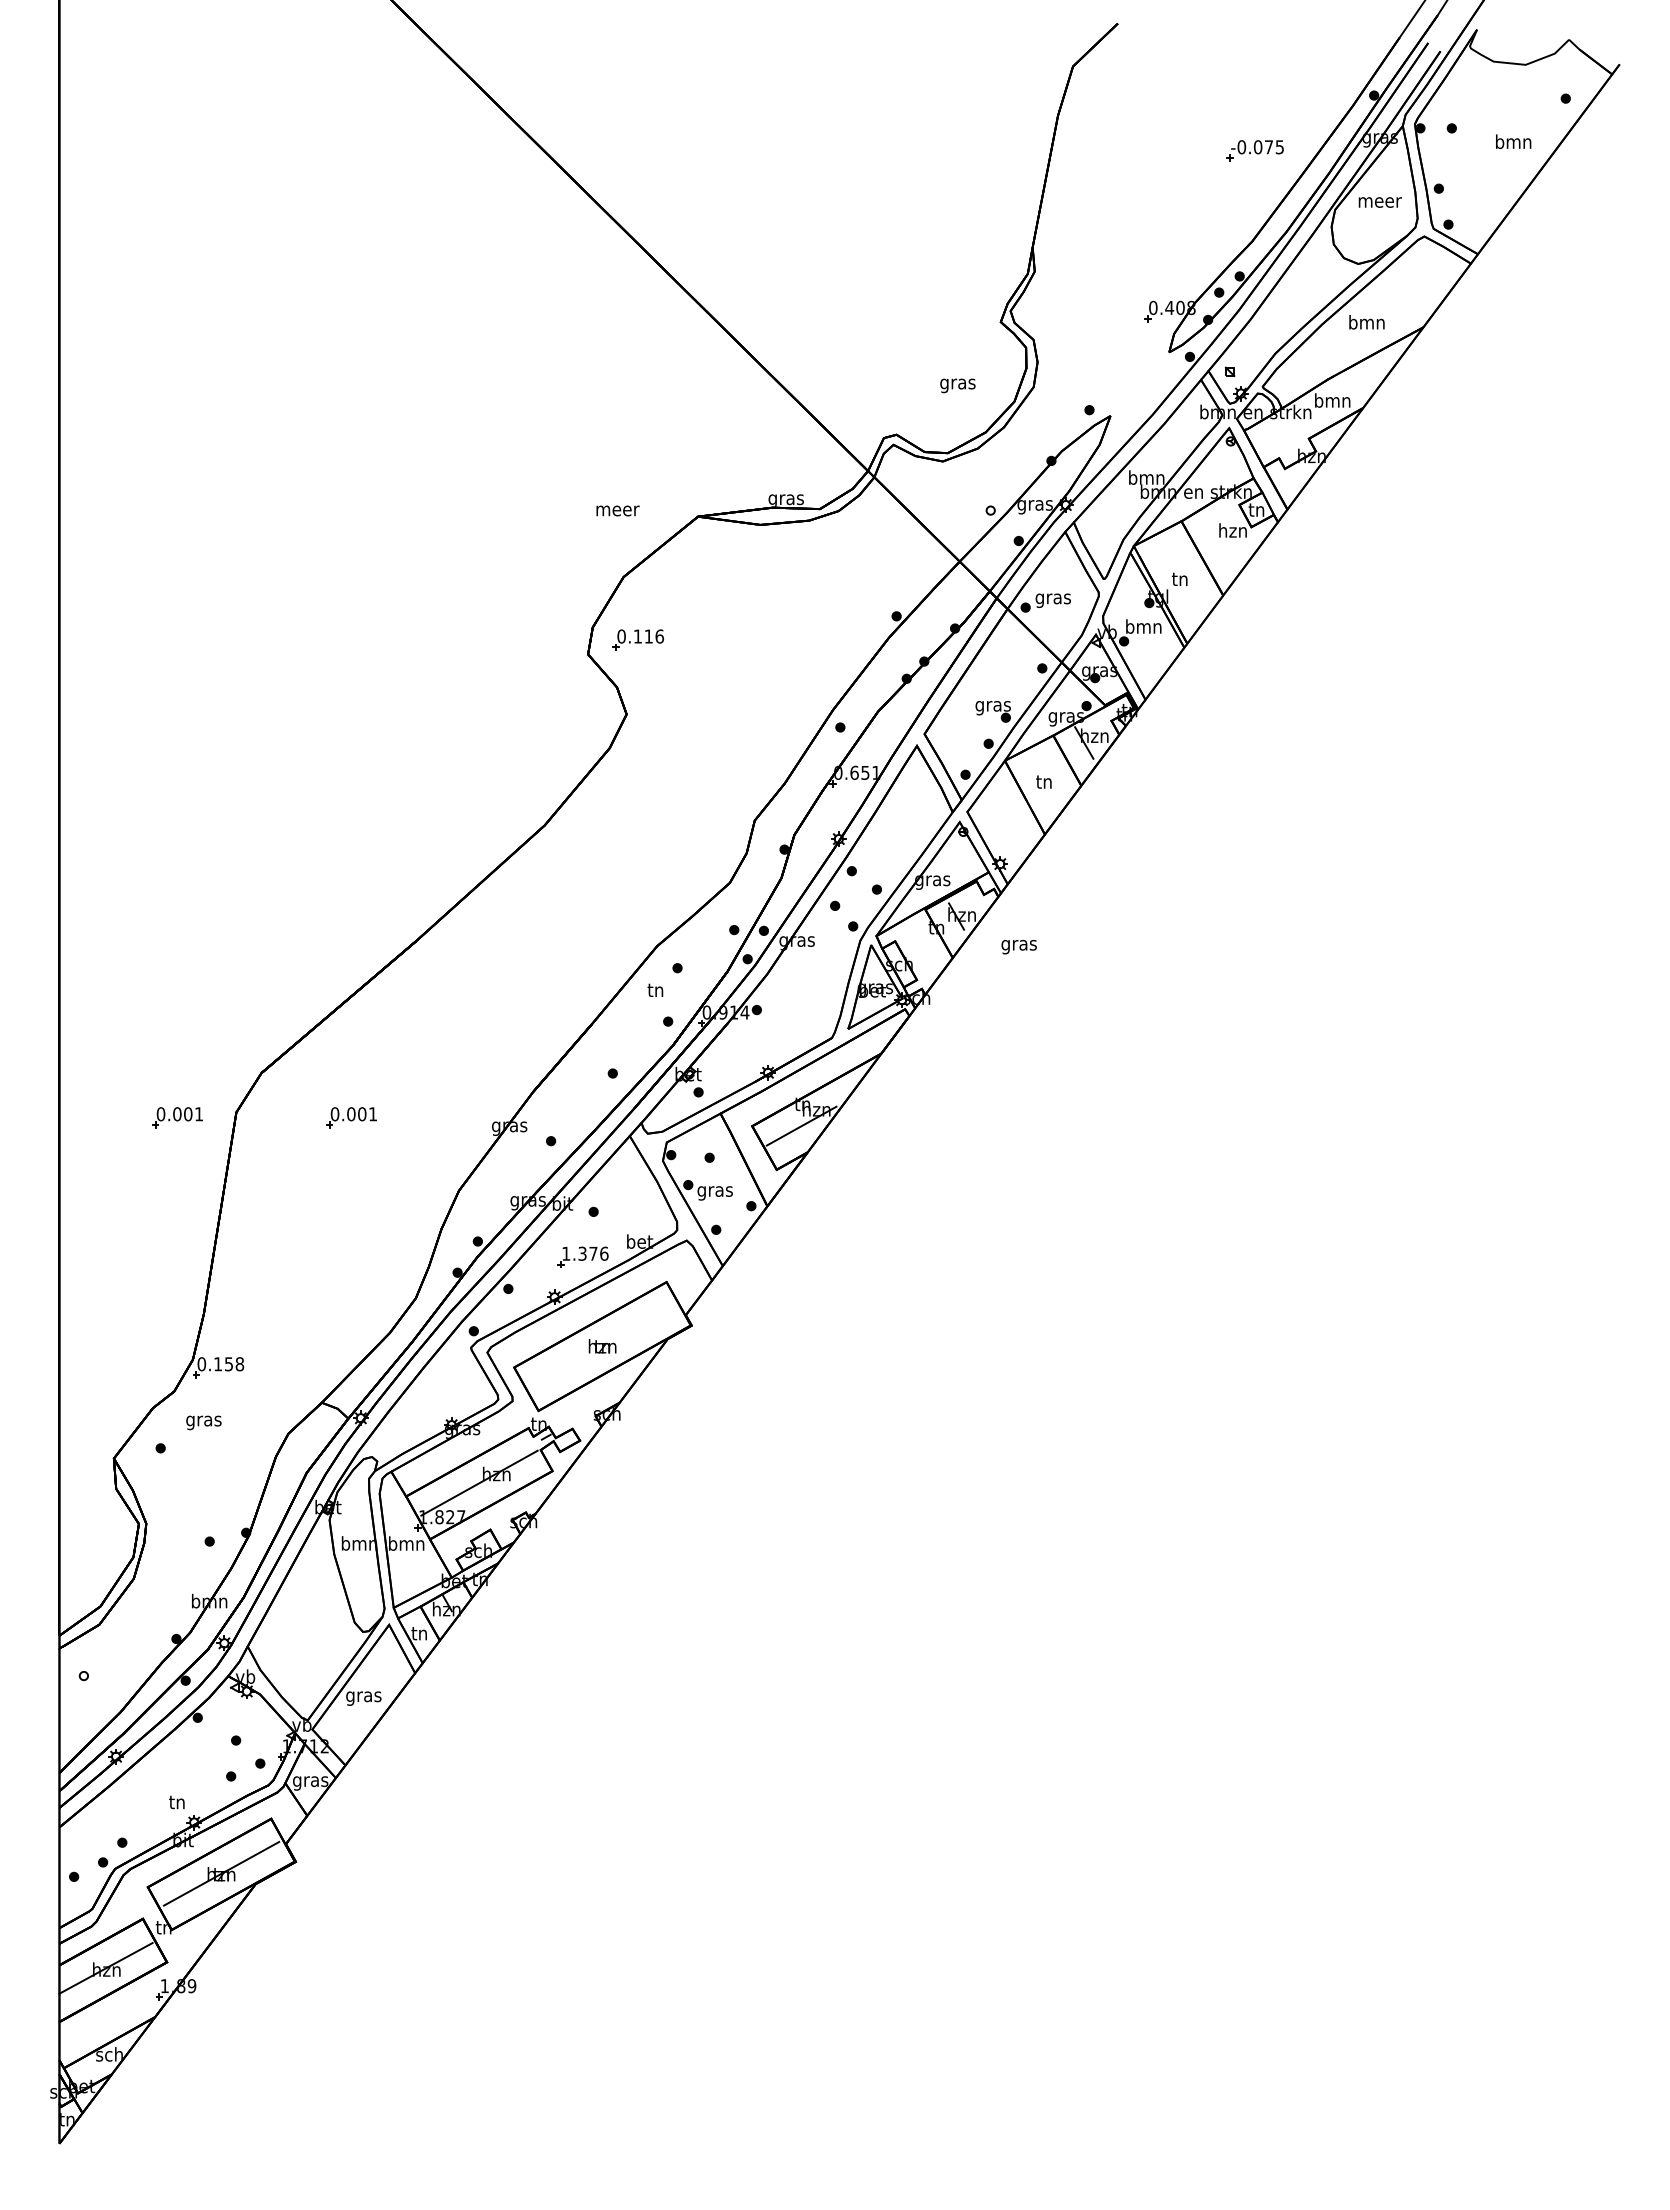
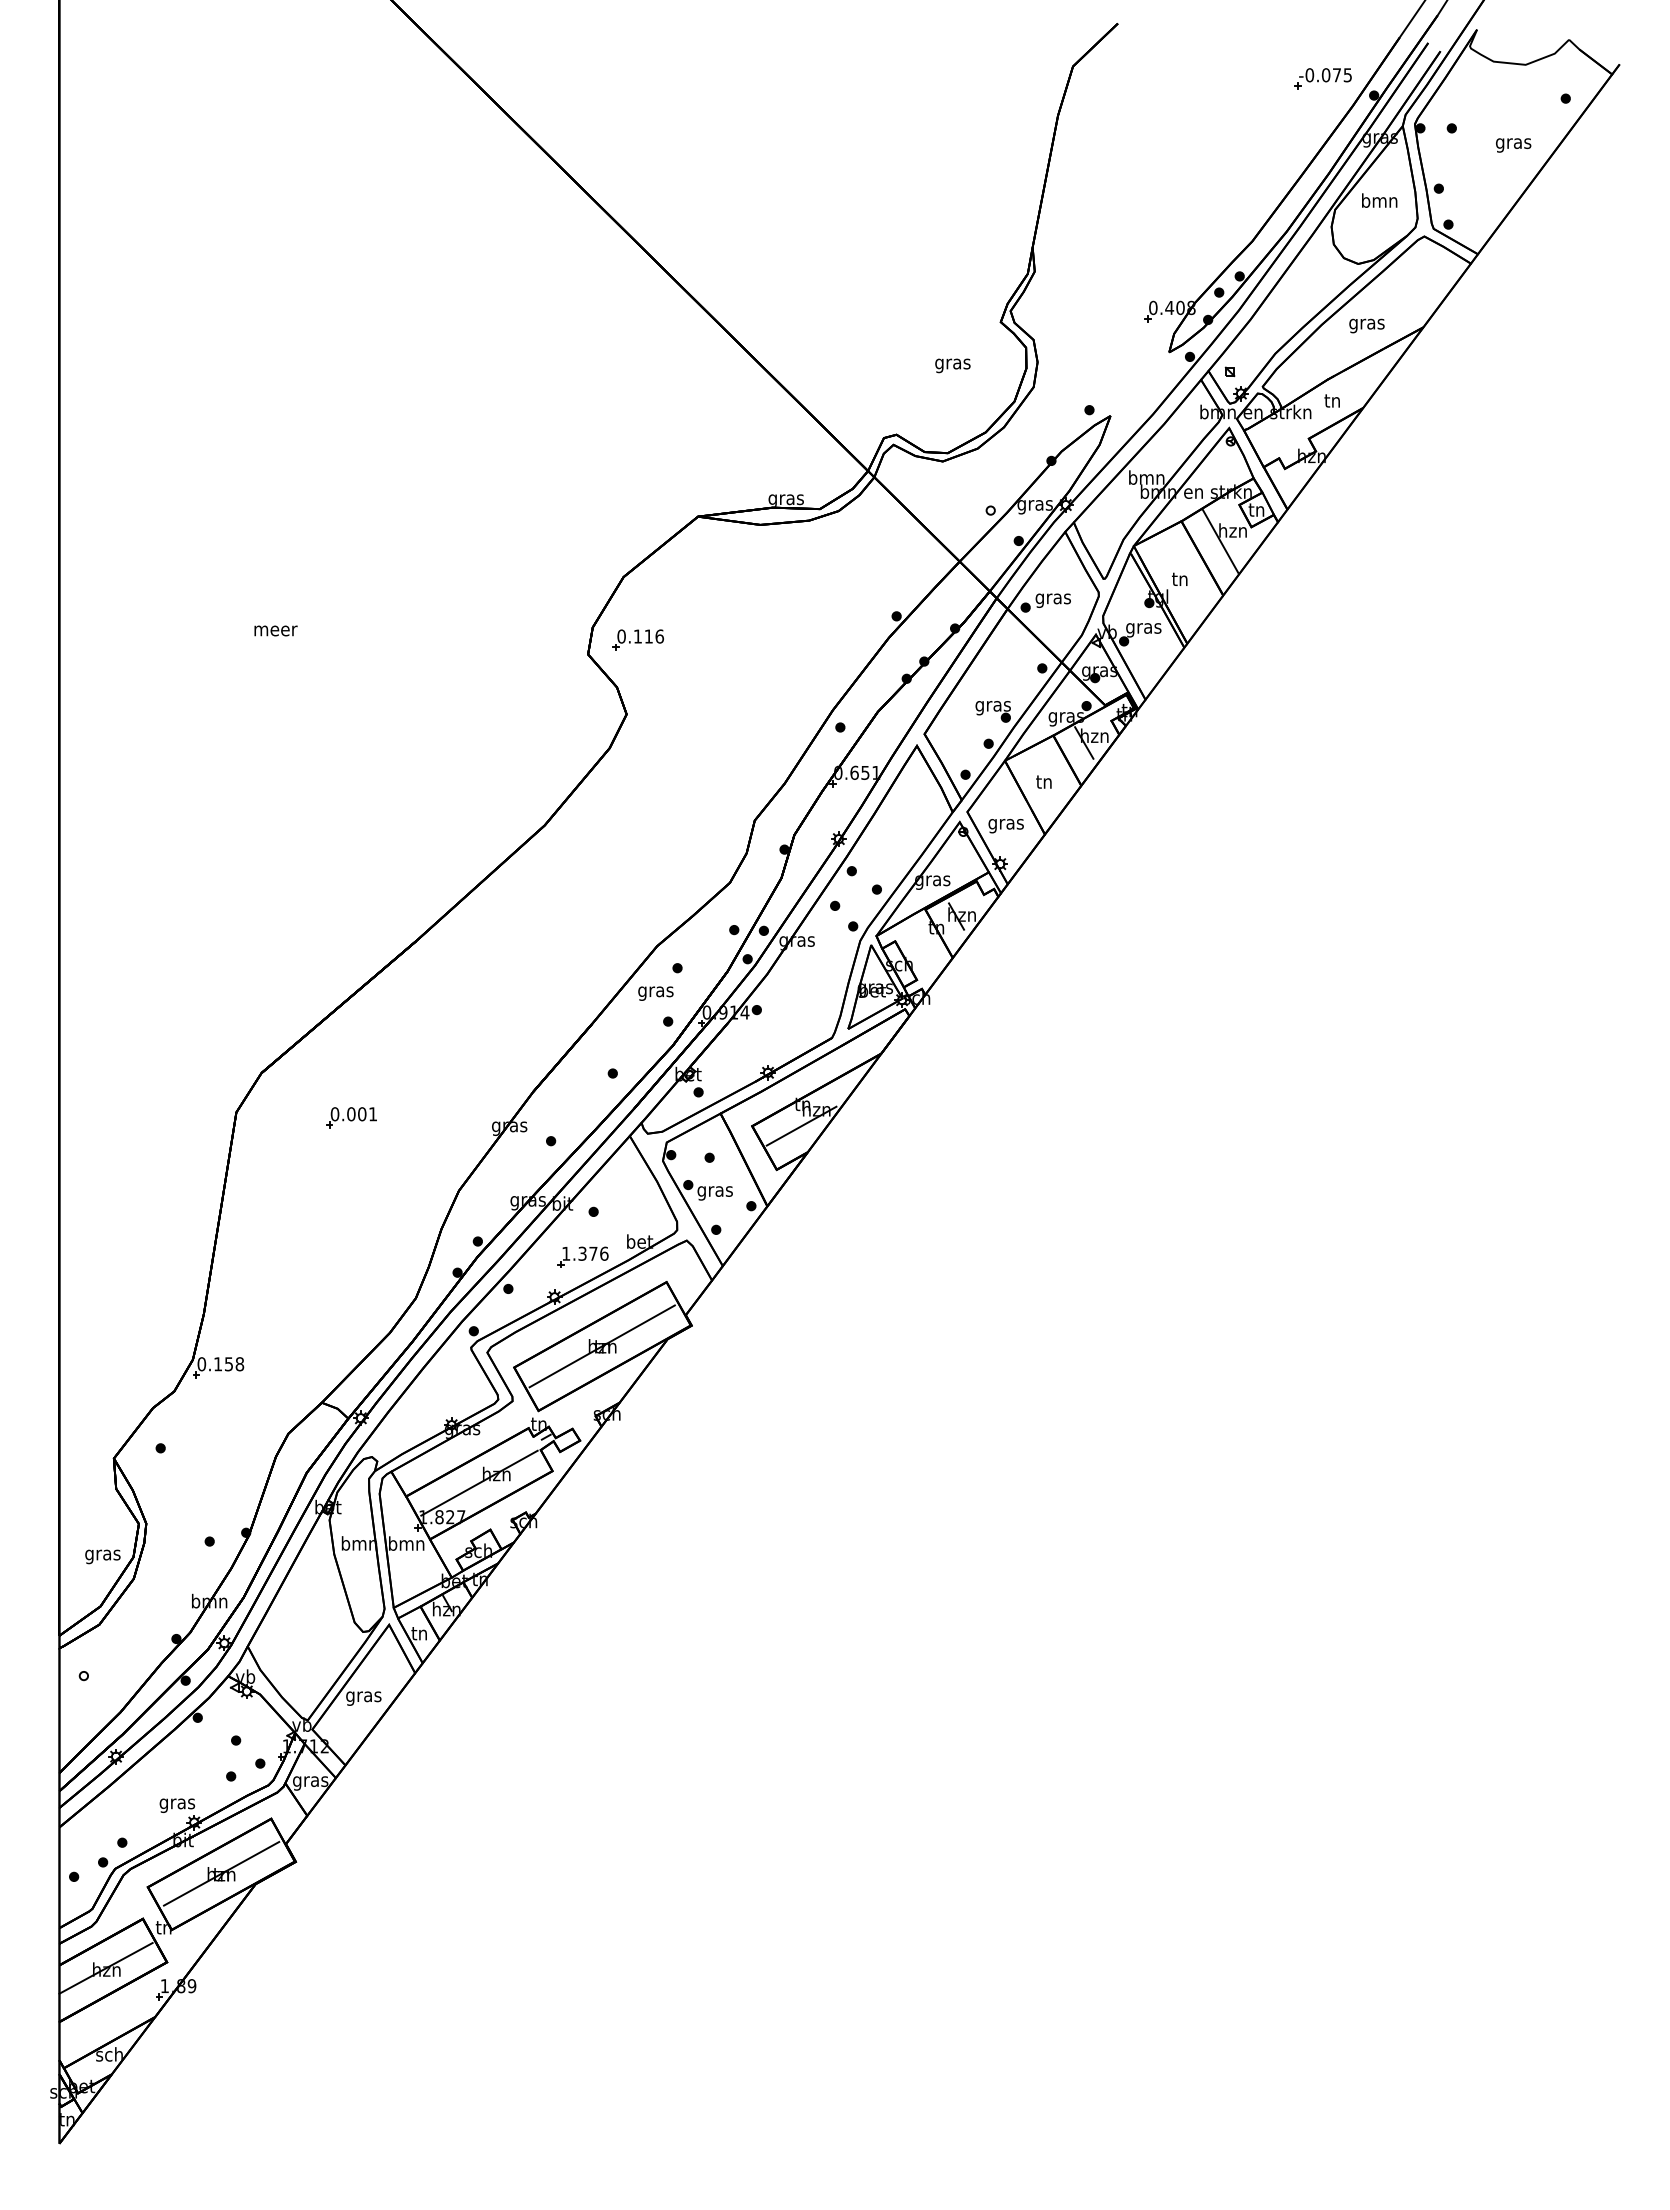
text at (1513, 143): bmn -> gras
part at (1254, 150) position: (1254, 150) -> (1322, 78)
text at (1379, 200): meer -> bmn
text at (1366, 324): bmn -> gras
text at (957, 385) position: (957, 385) -> (952, 365)
text at (1332, 400): bmn -> tn
text at (617, 510) position: (617, 510) -> (275, 630)
line at (1220, 540): none -> present
text at (1143, 628): bmn -> gras
text at (1018, 947) position: (1018, 947) -> (1005, 826)
text at (655, 991): tn -> gras
part at (177, 1117): present -> none
line at (601, 1346): none -> present
text at (203, 1422) position: (203, 1422) -> (102, 1556)
text at (177, 1803): tn -> gras
